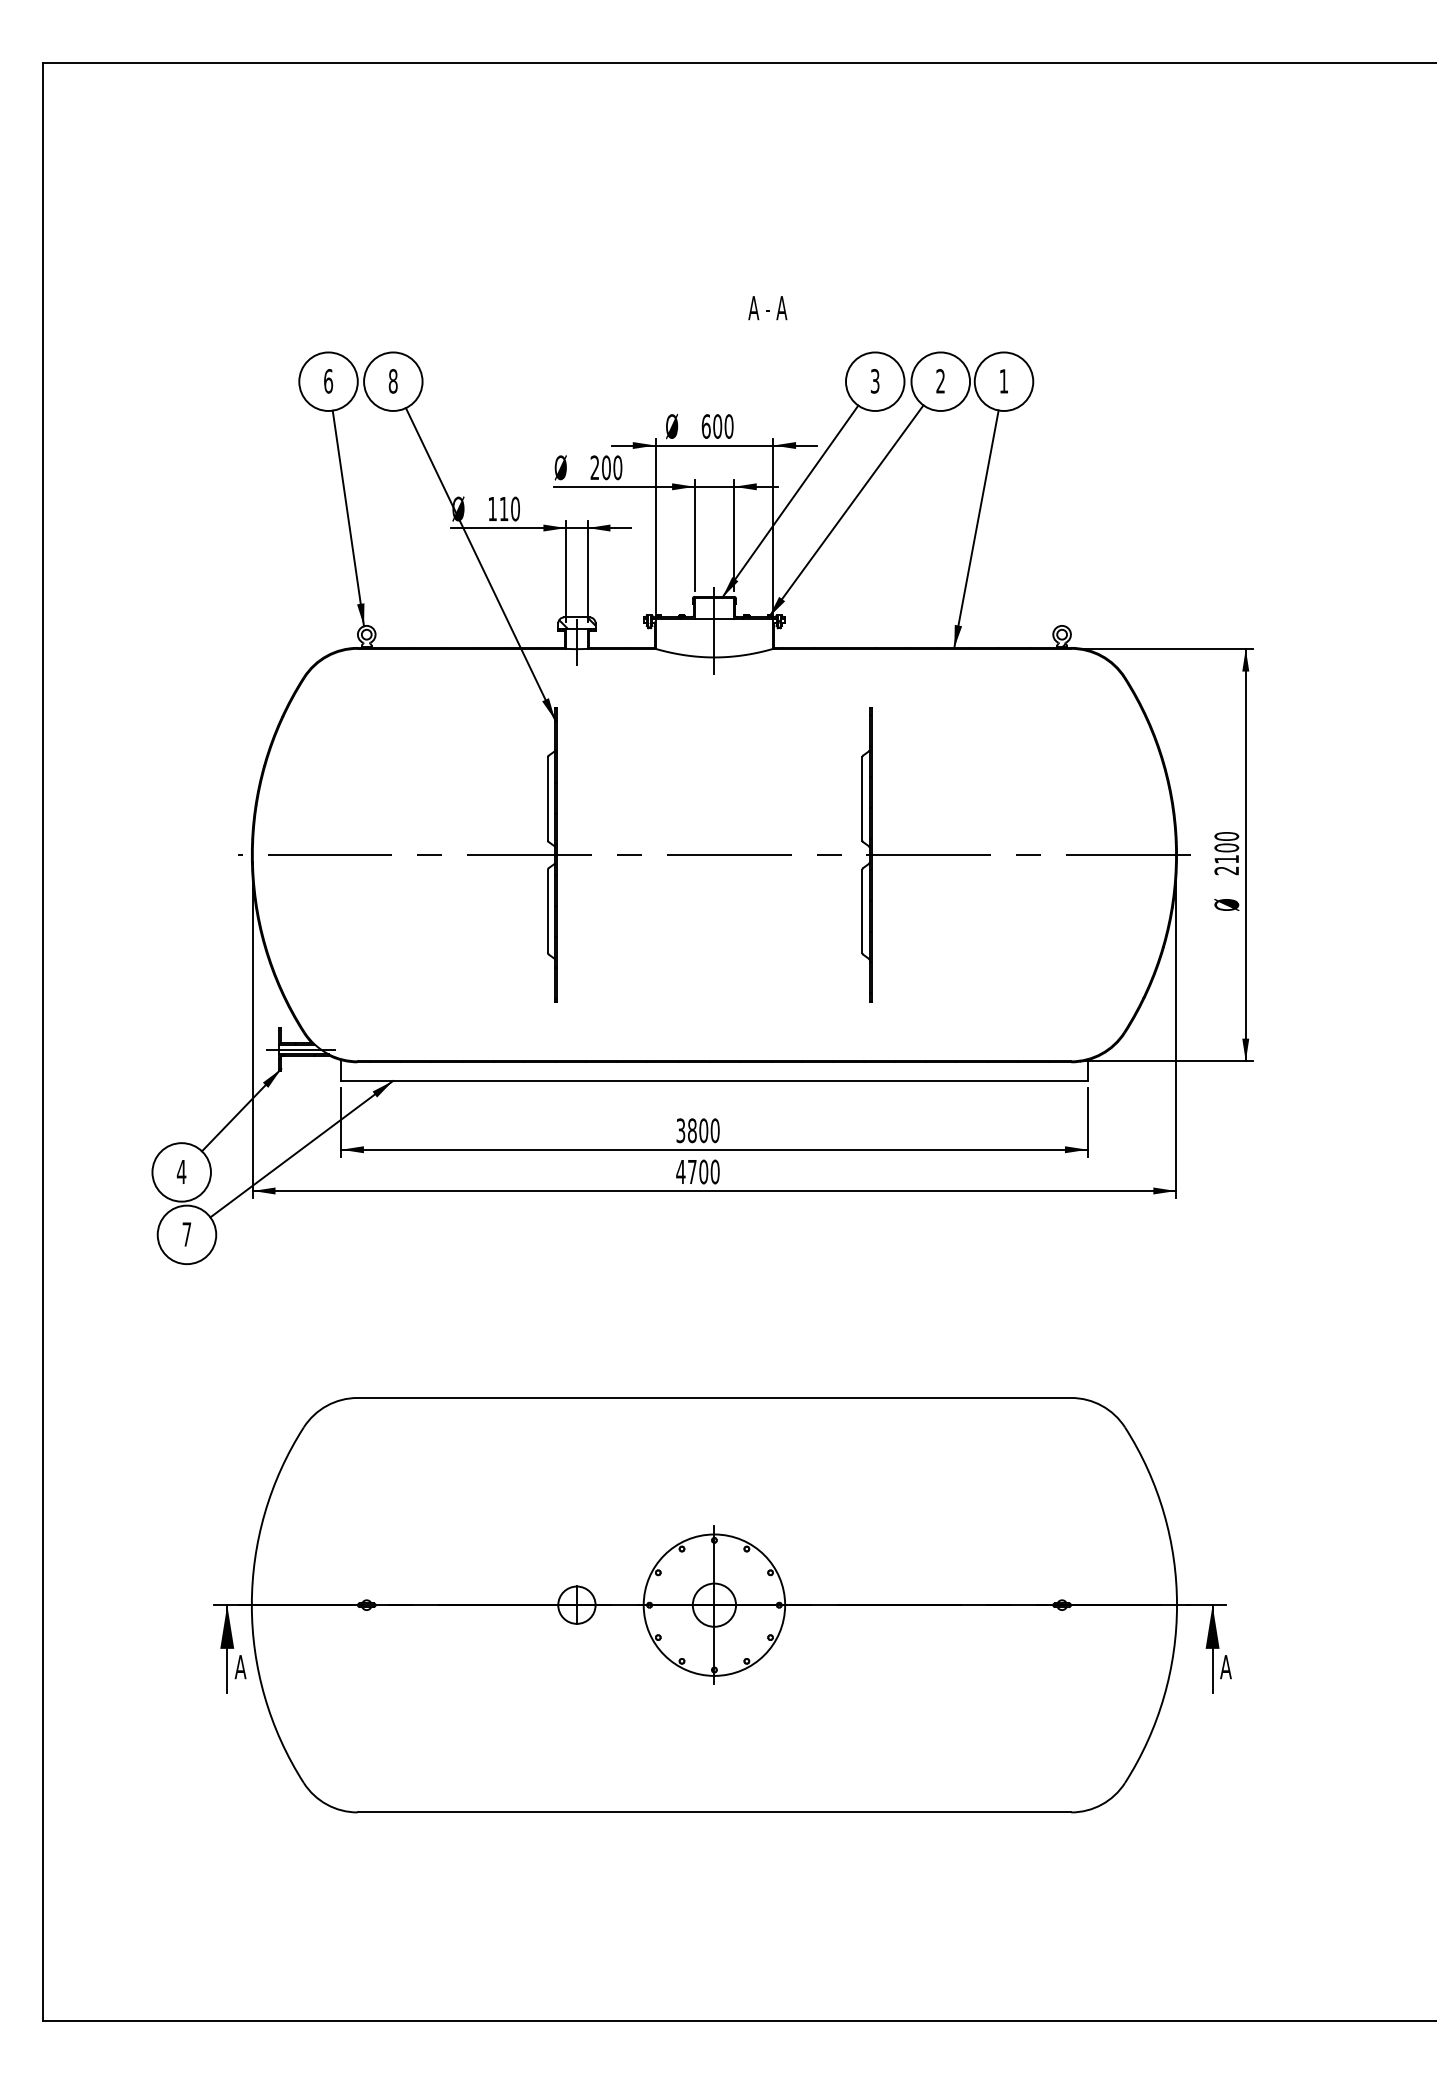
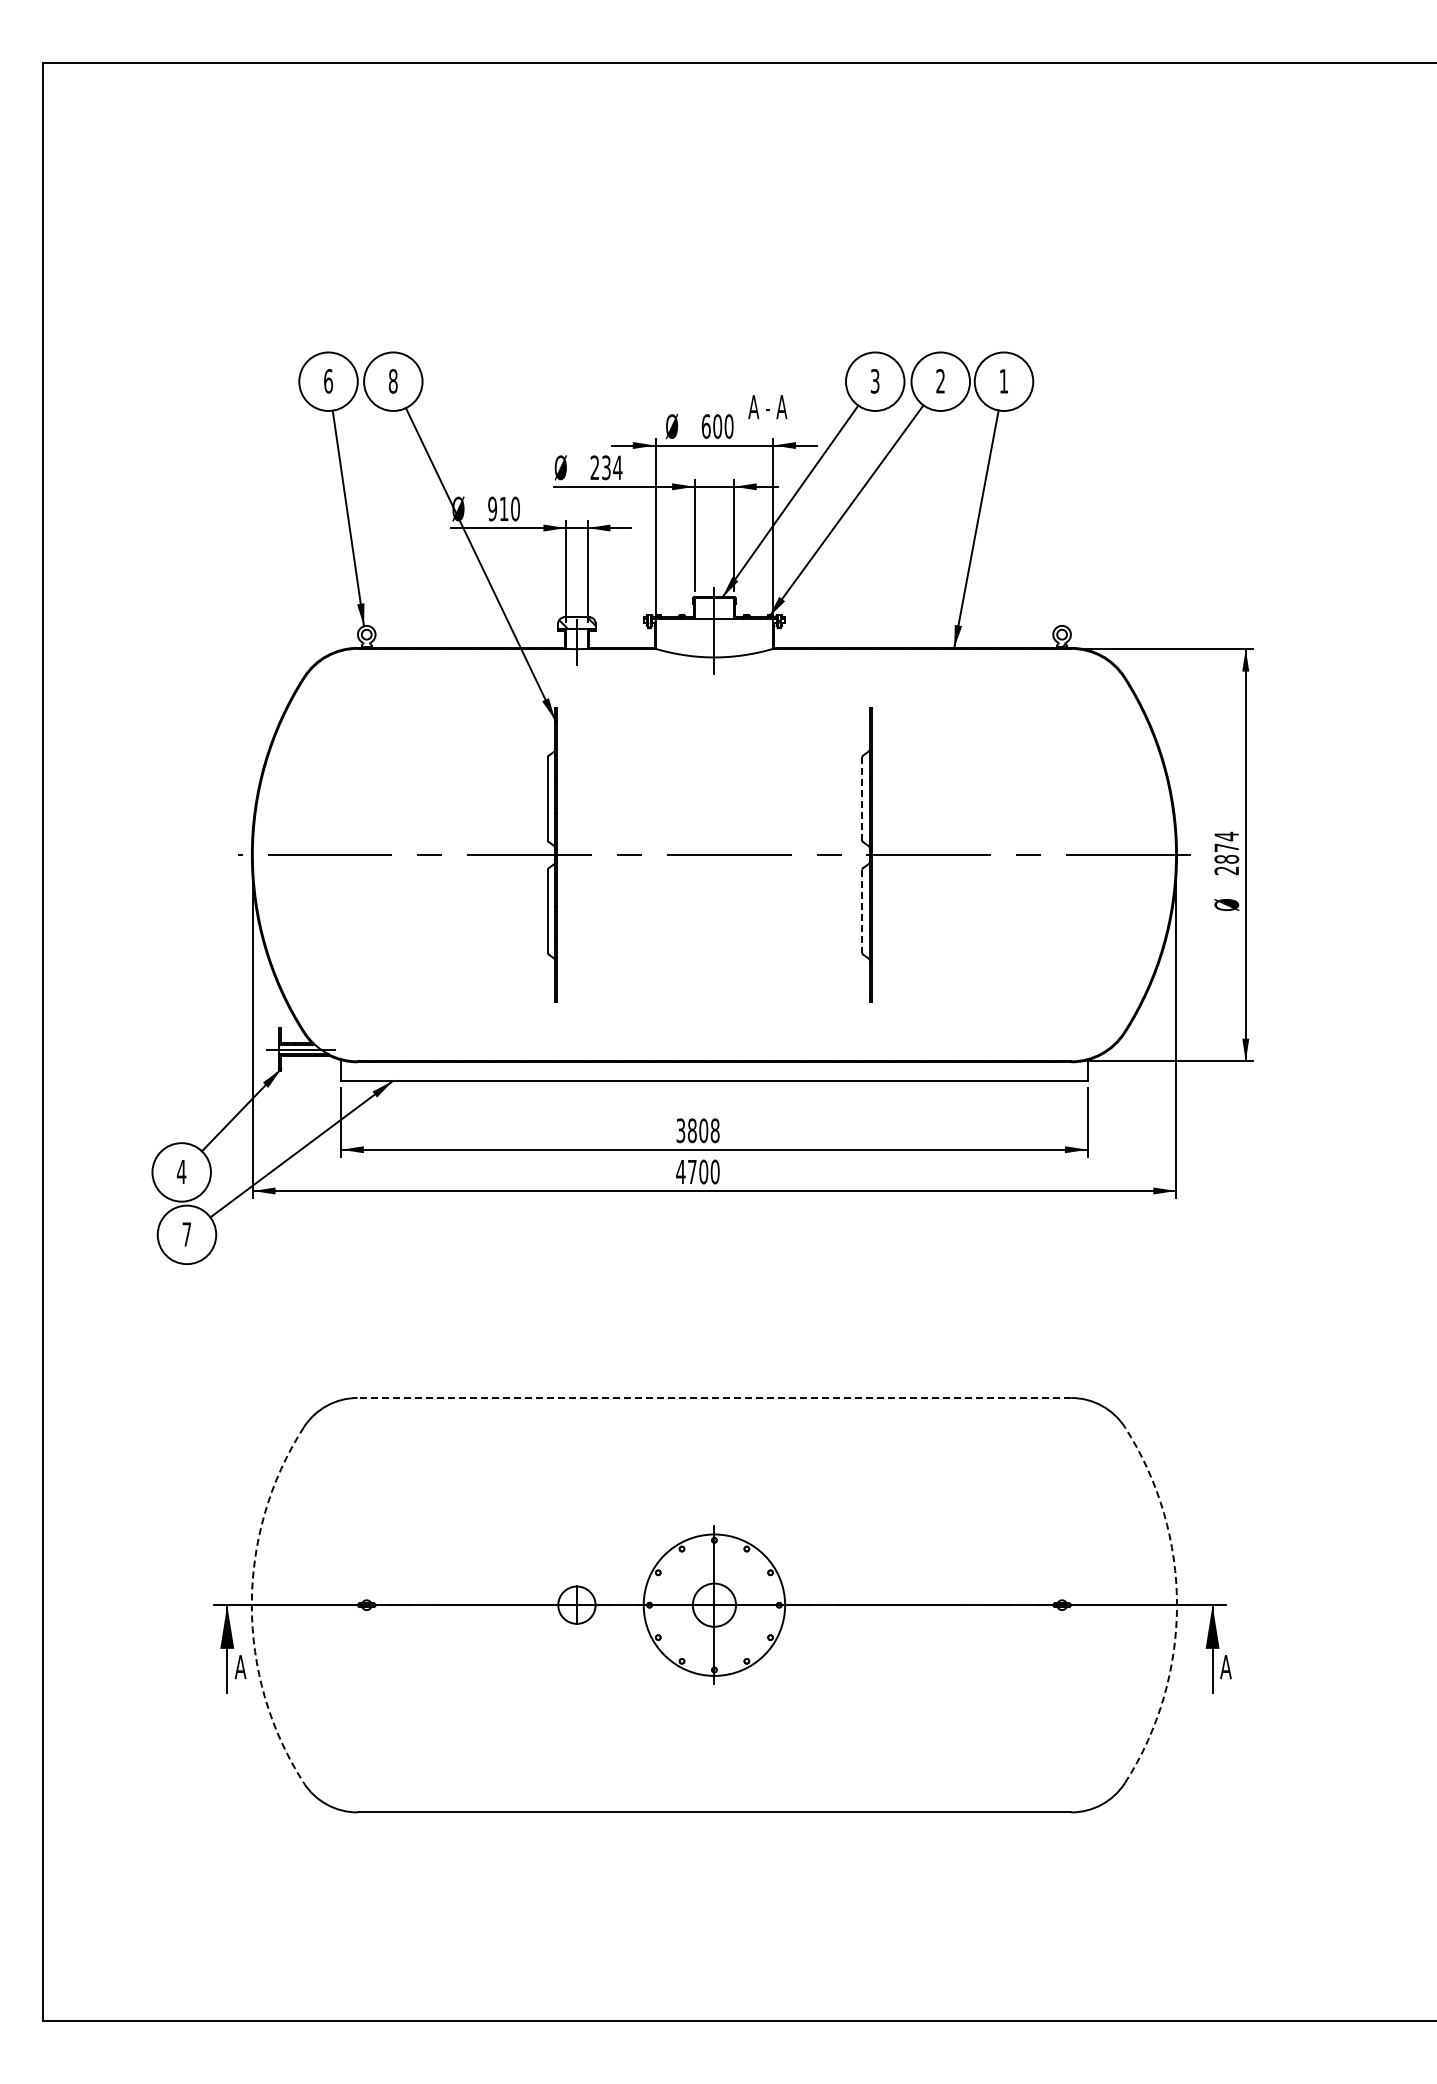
text at (767, 308) position: (767, 308) -> (767, 407)
text at (612, 467): 200 -> 234
text at (492, 508): 110 -> 910
line at (862, 798): solid -> dashed
text at (1226, 847): 2100 -> 2874
line at (862, 911): solid -> dashed
text at (714, 1130): 3800 -> 3808
line at (714, 1397): solid -> dashed
arc at (251, 1605): solid -> dashed
arc at (1177, 1605): solid -> dashed
